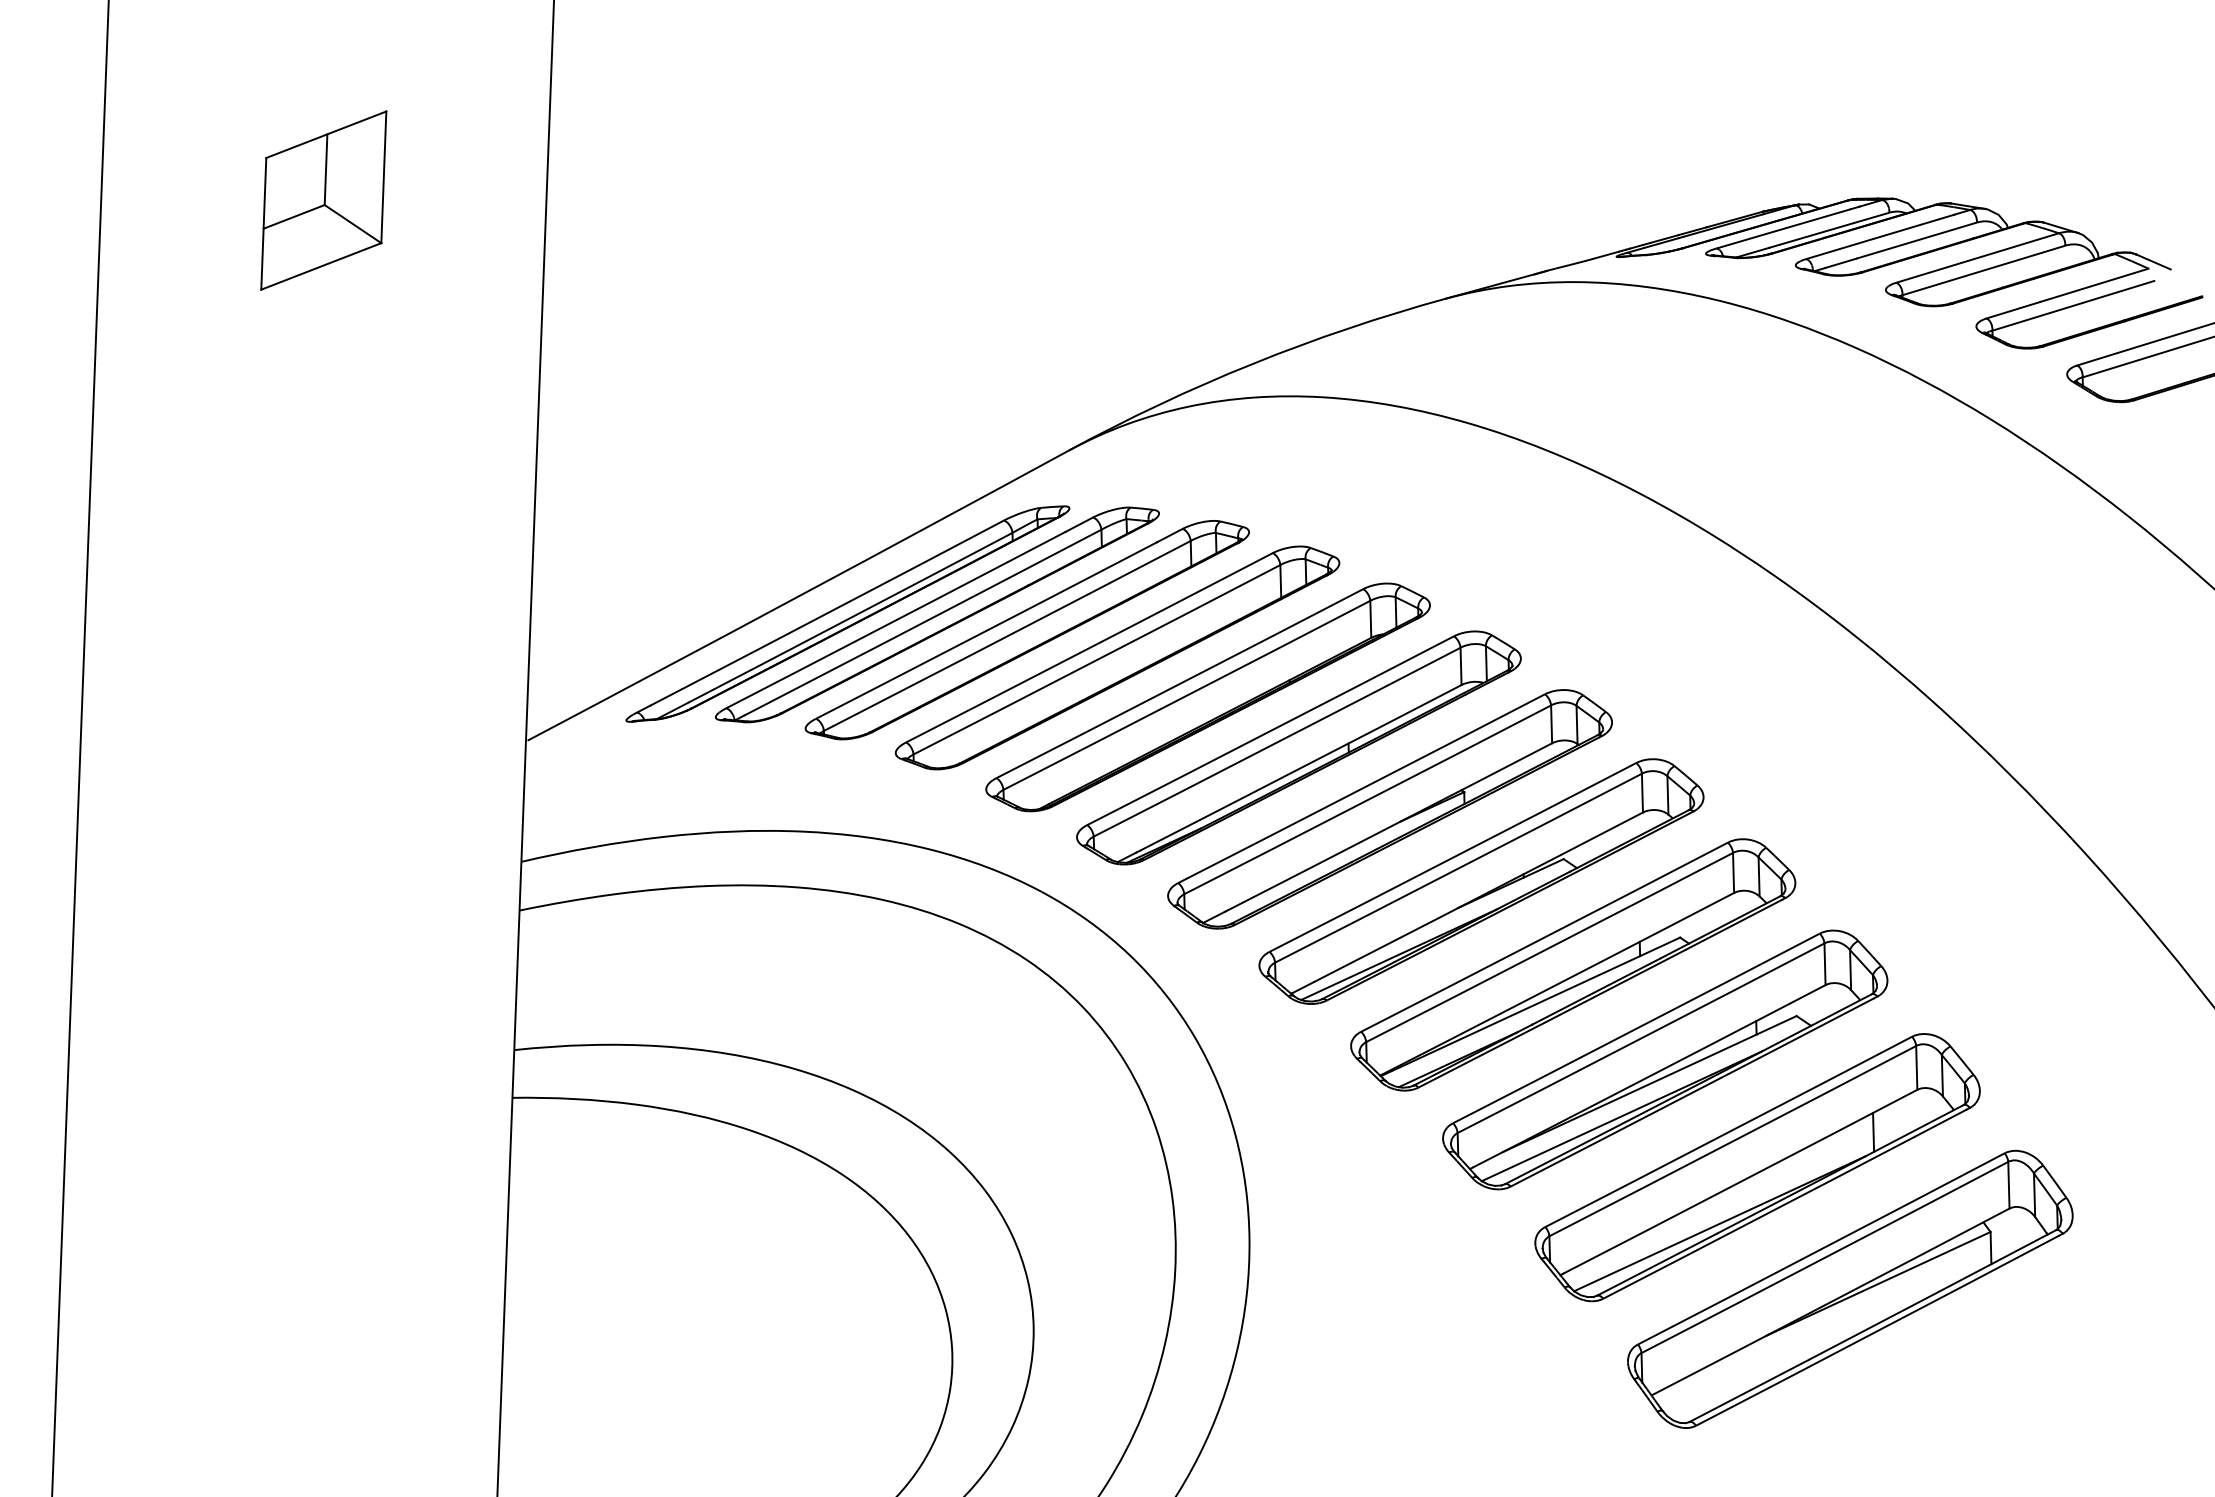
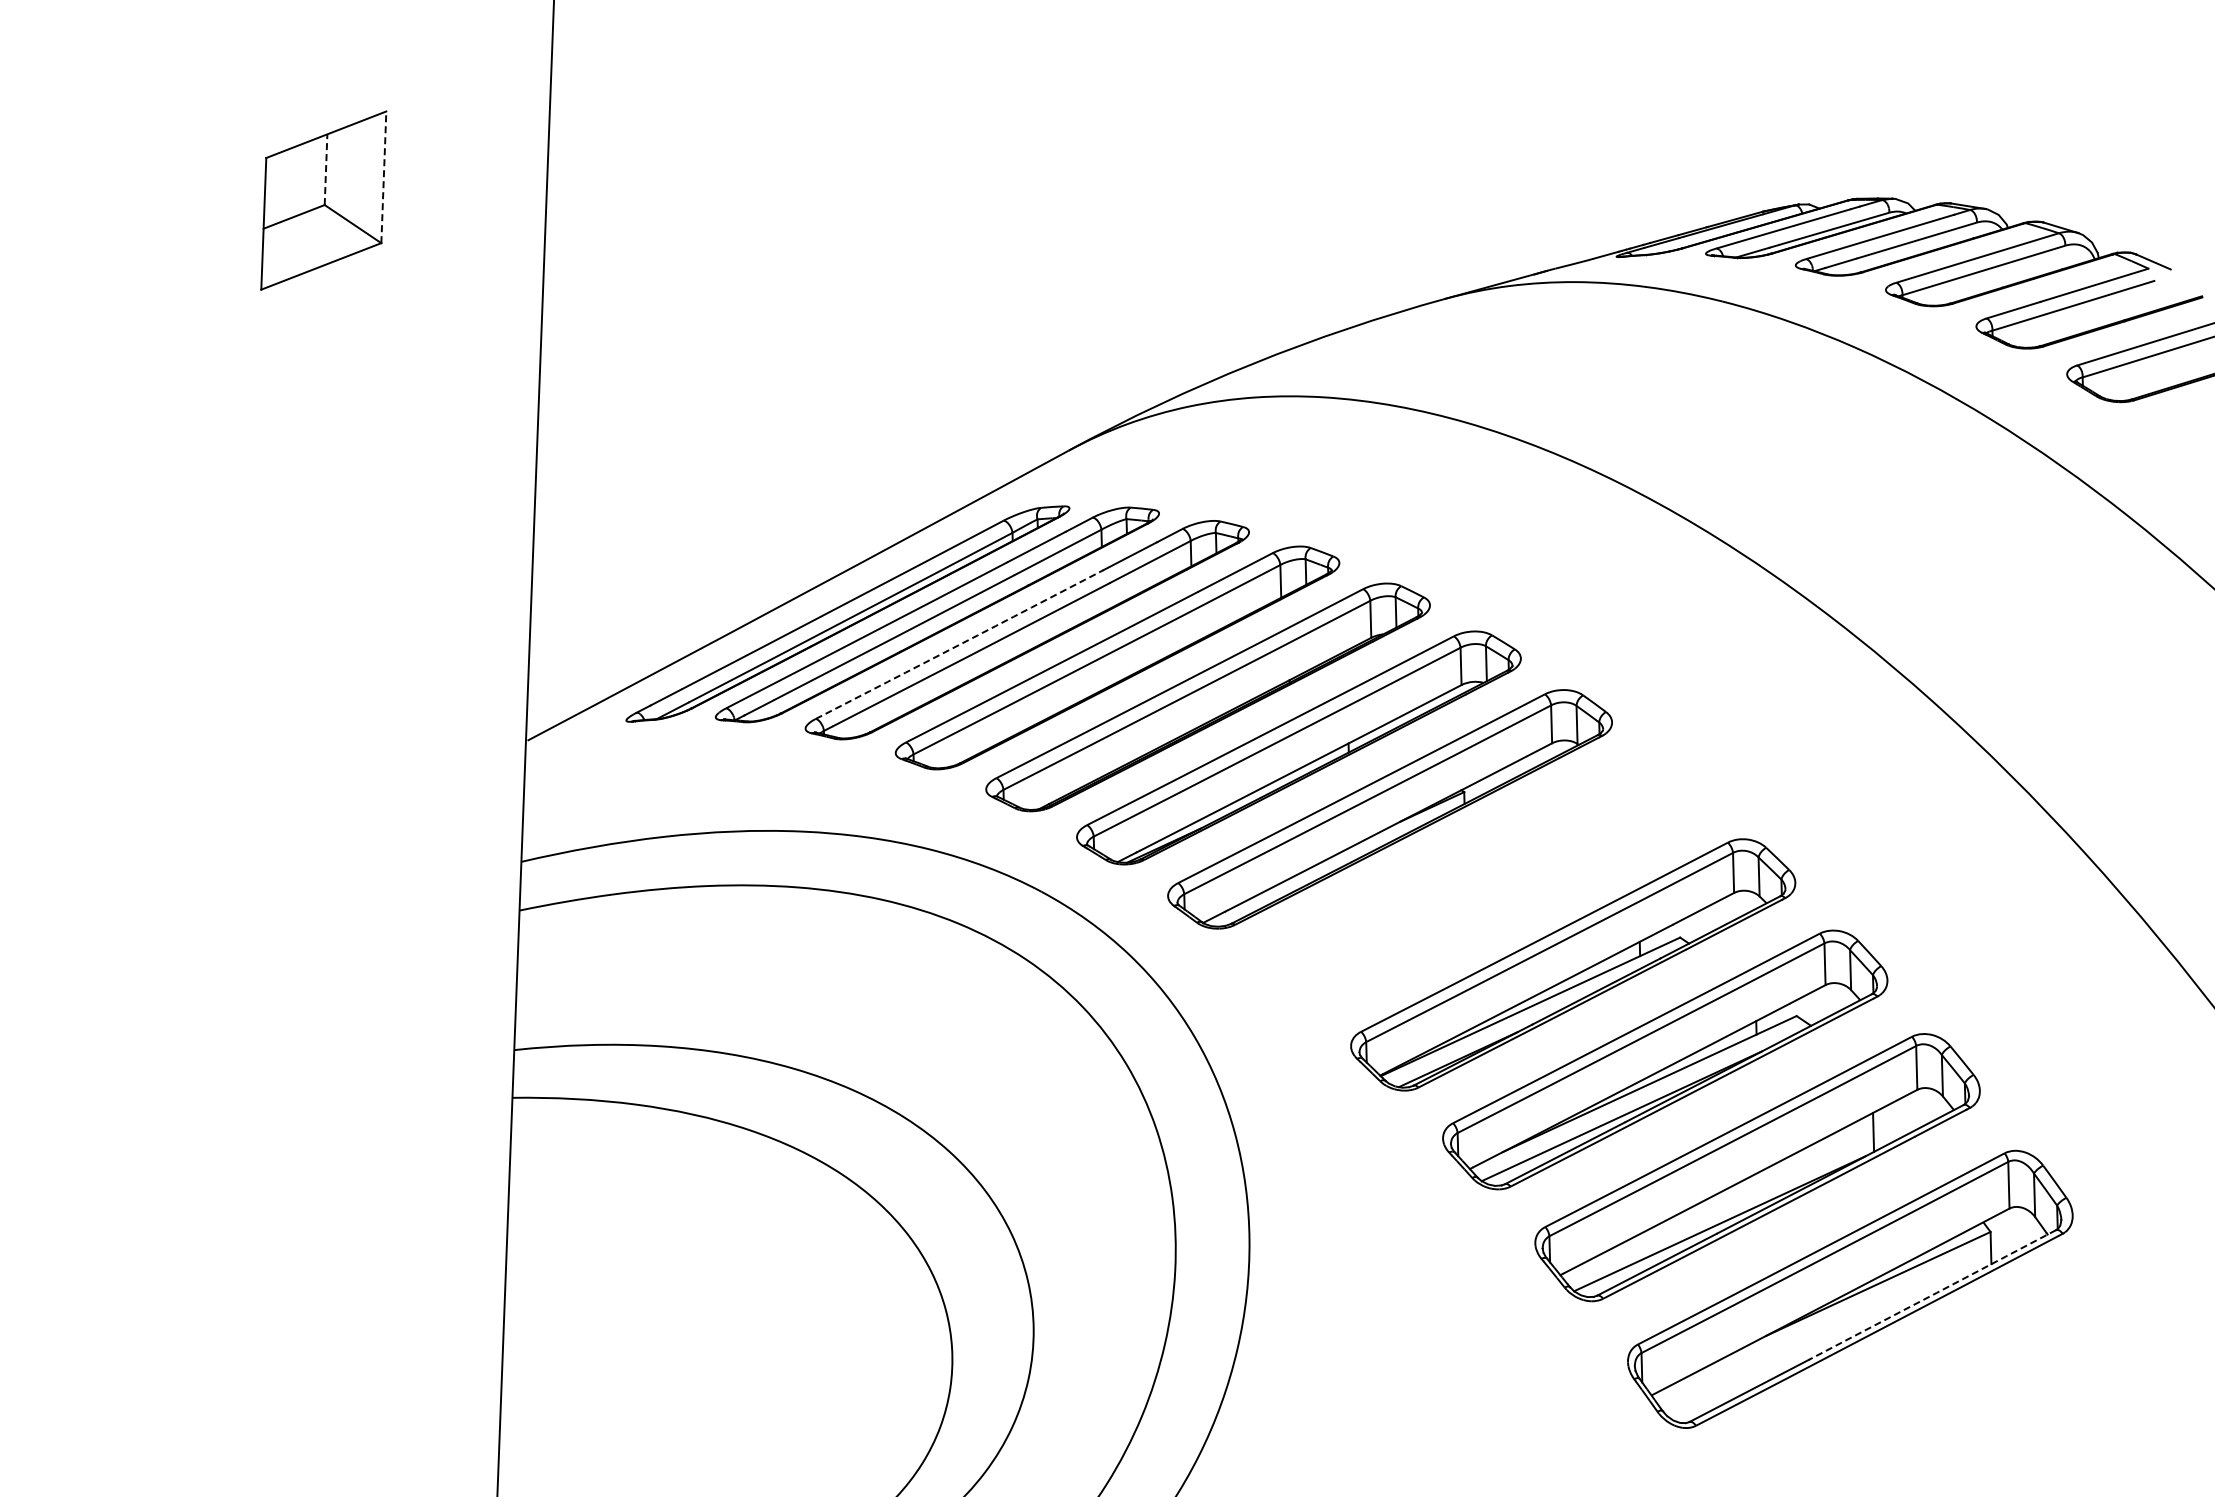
line at (326, 169): solid -> dashed
line at (383, 177): solid -> dashed
arc at (959, 644): solid -> dashed
line at (80, 747): present -> none
part at (1481, 881): present -> none
line at (1932, 1295): solid -> dashed
